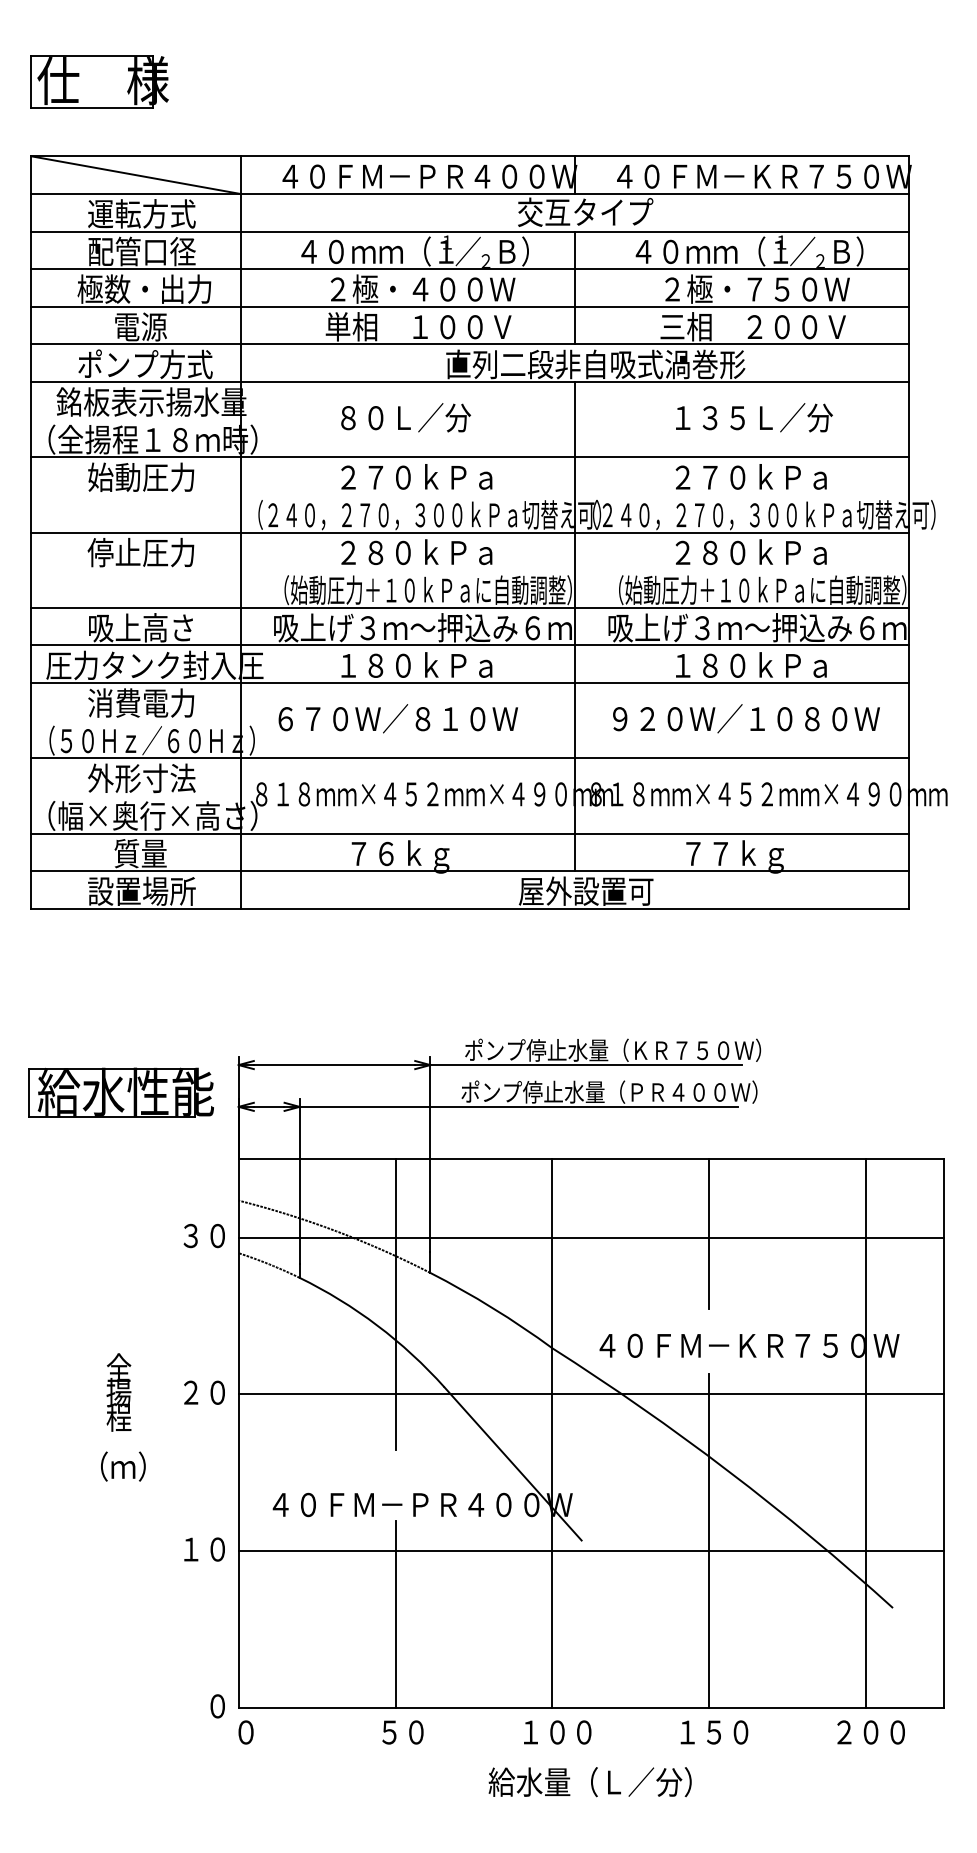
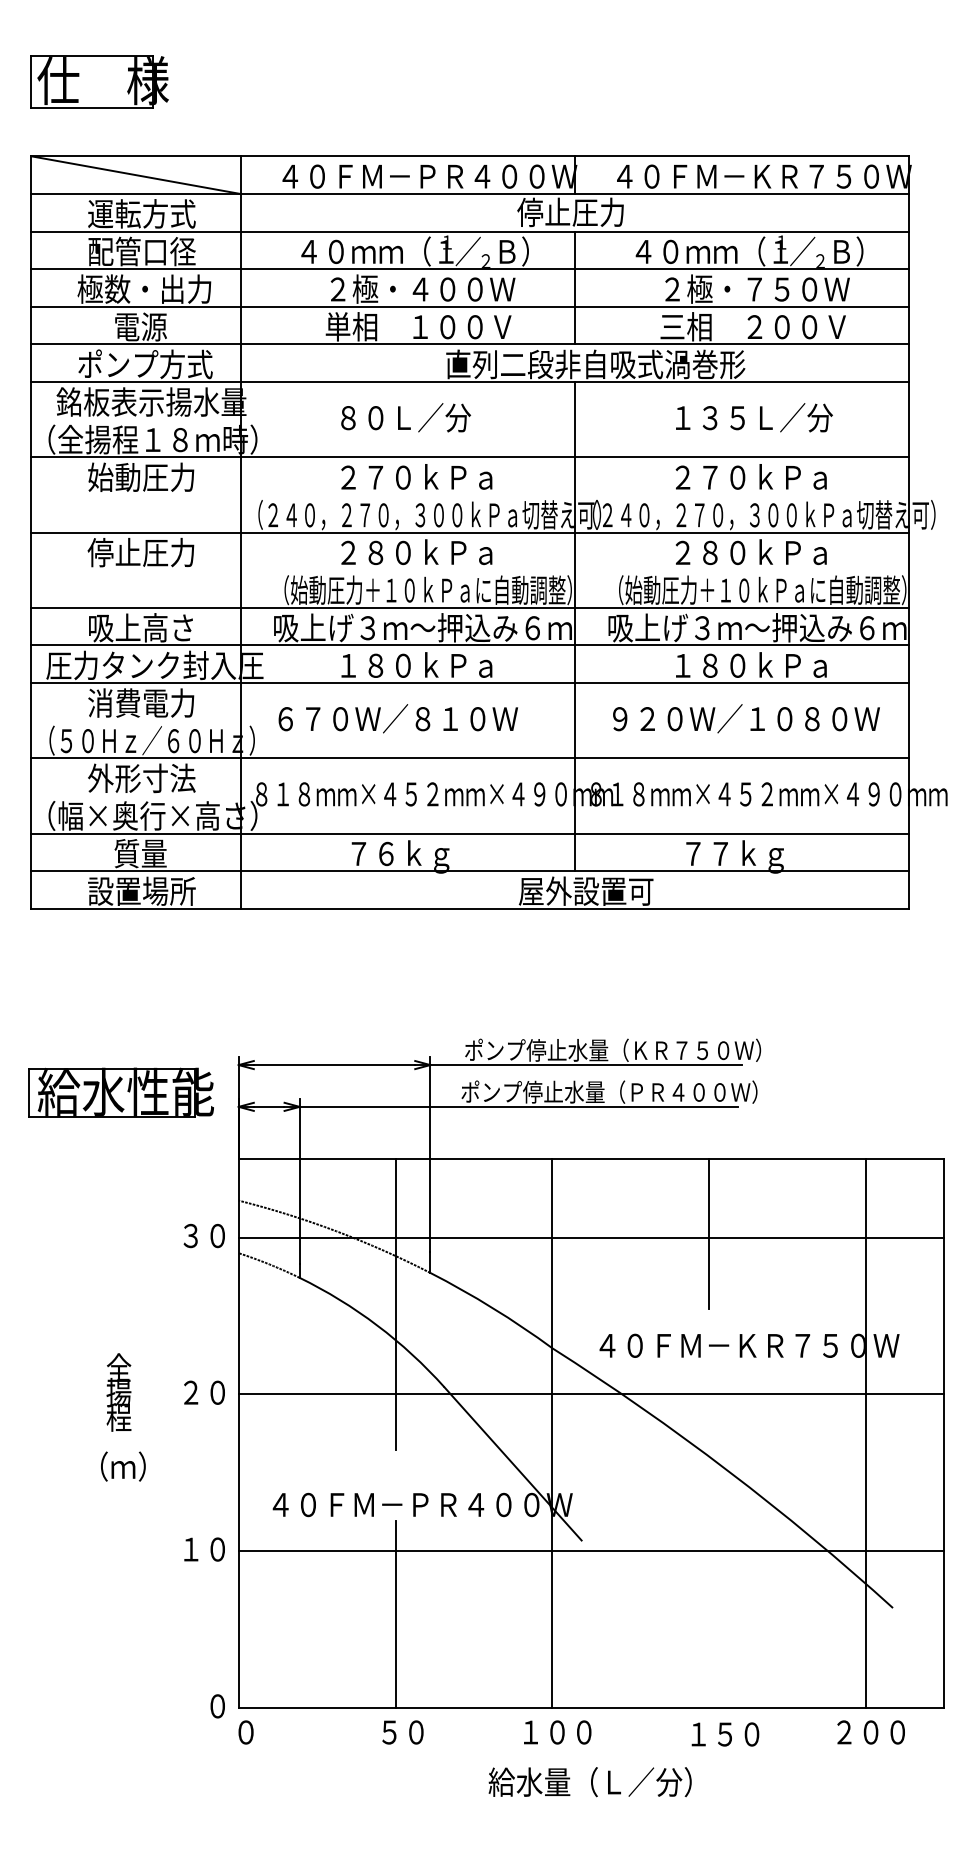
text at (585, 212): 交互タイプ -> 停止圧力
line at (709, 1540): present -> none
text at (714, 1732) position: (714, 1732) -> (725, 1734)
